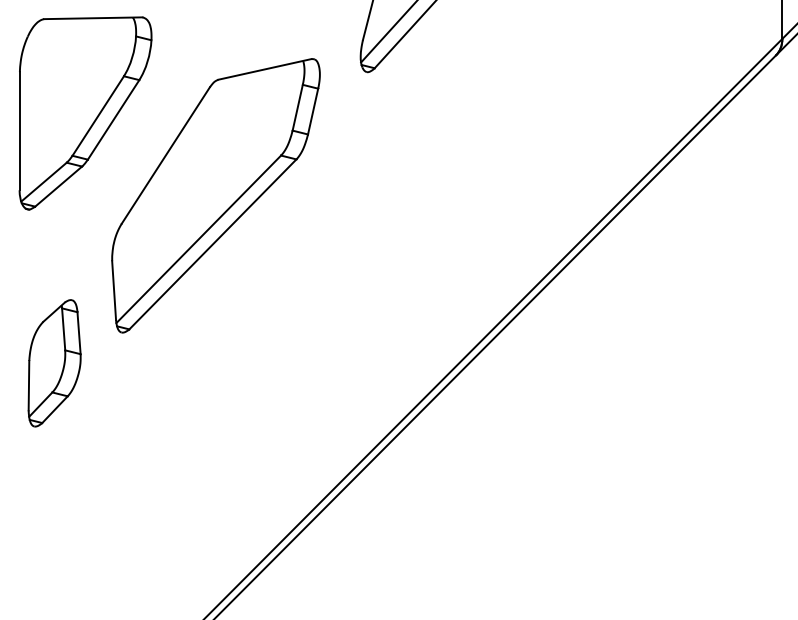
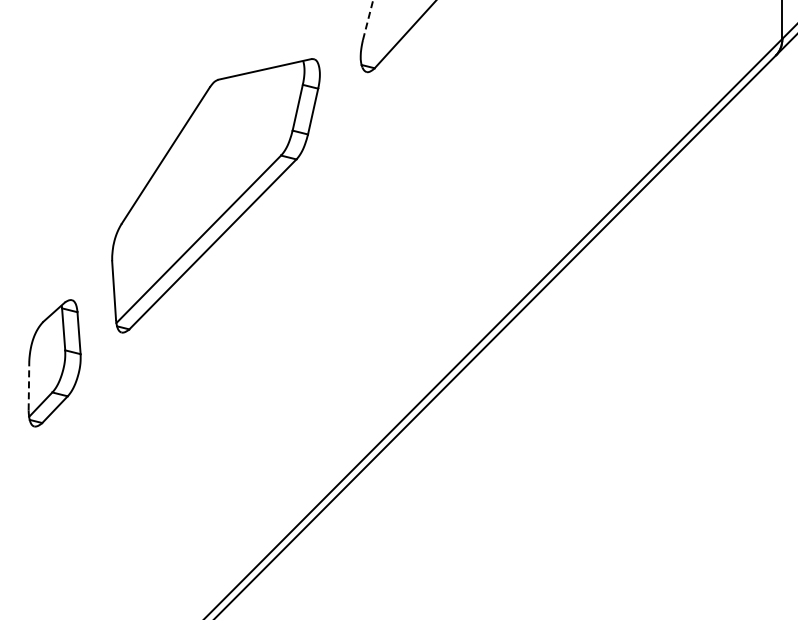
line at (368, 20): solid -> dashed
line at (388, 32): present -> none
part at (85, 113): present -> none
line at (28, 385): solid -> dashed
